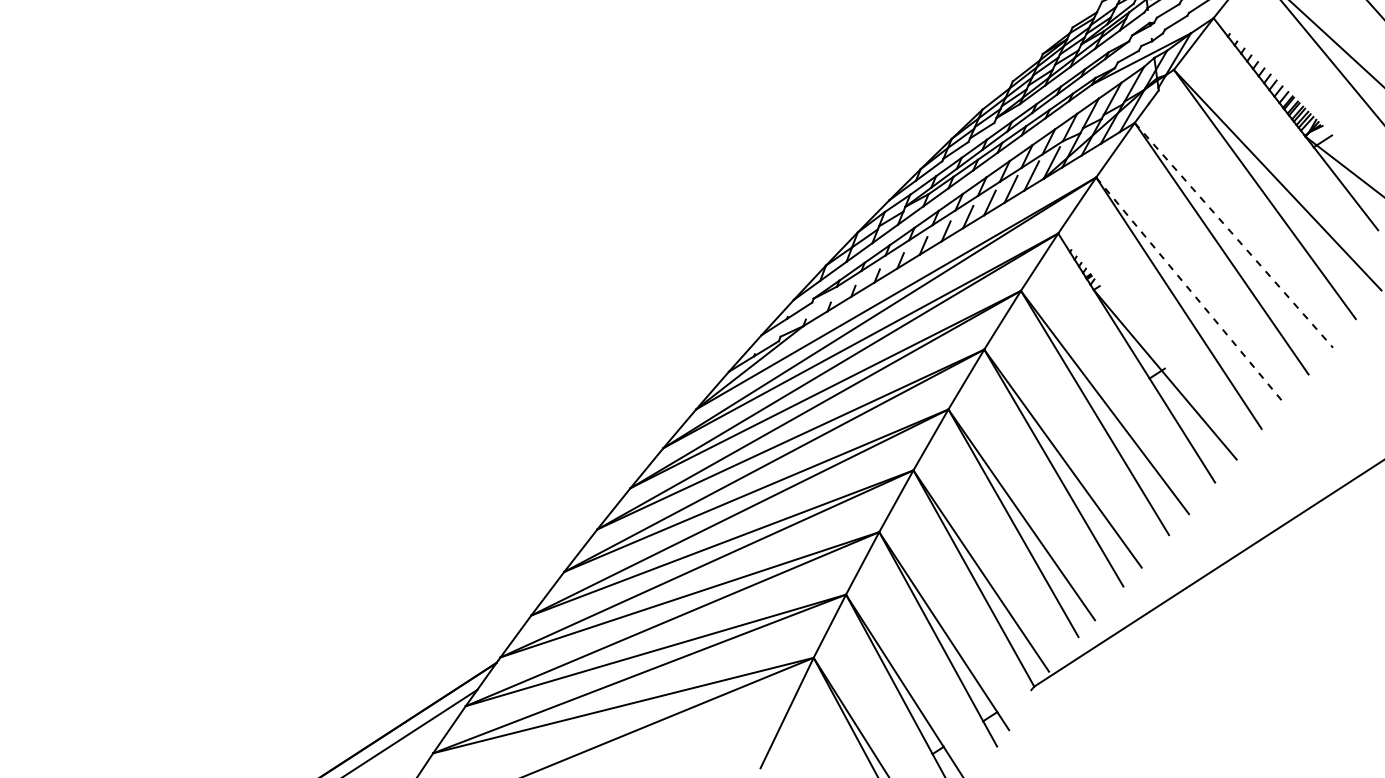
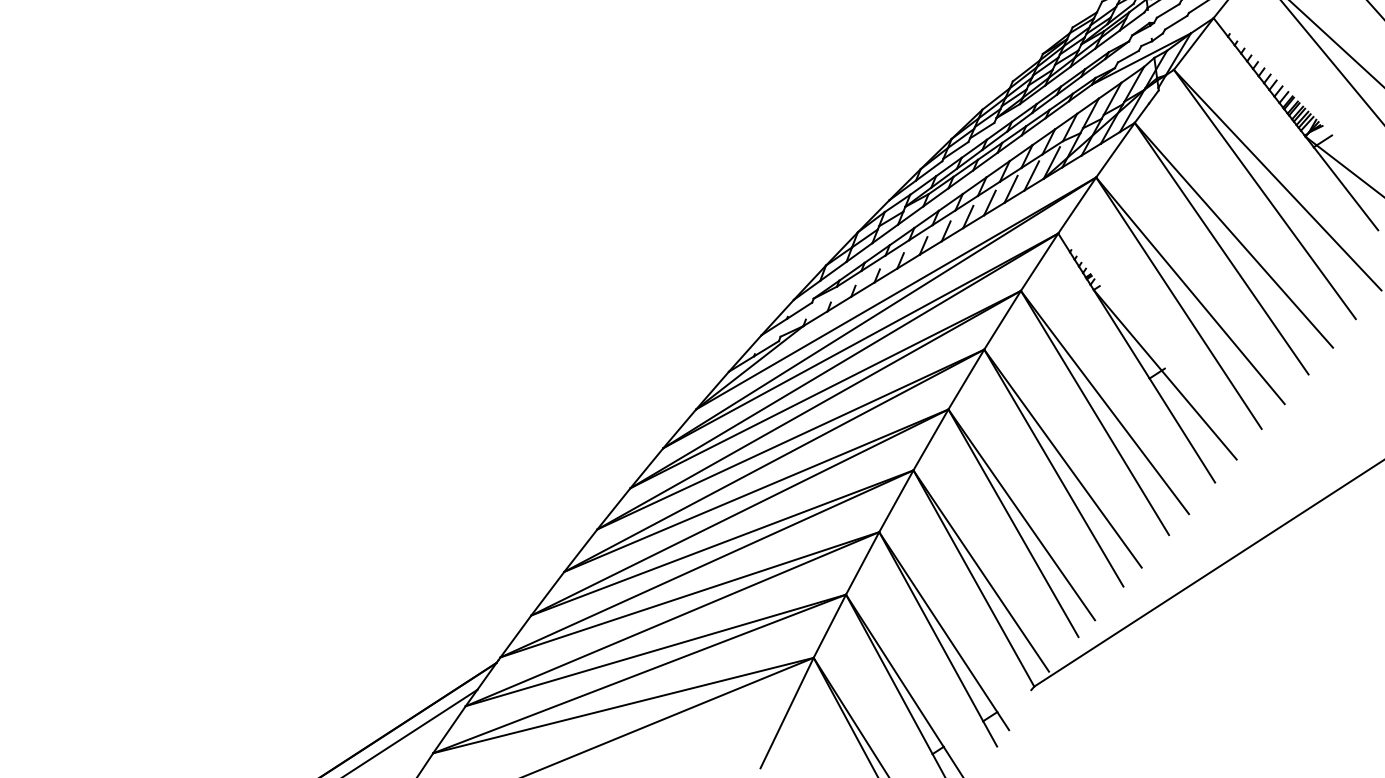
line at (1233, 235): dashed -> solid
line at (1190, 291): dashed -> solid
